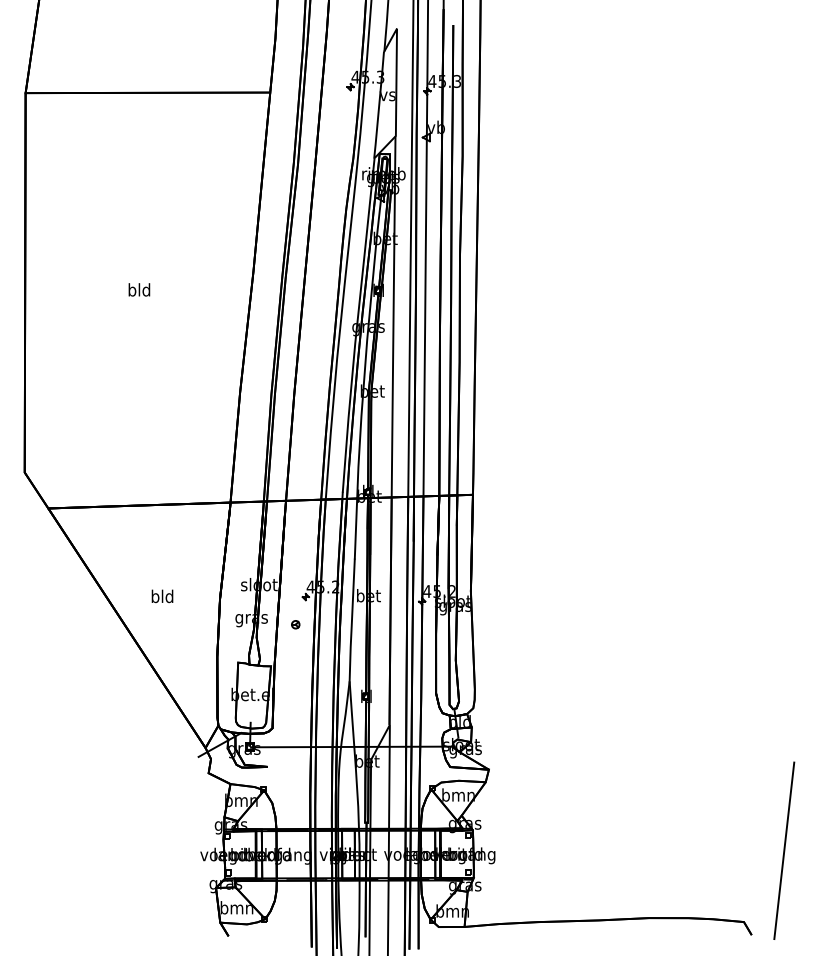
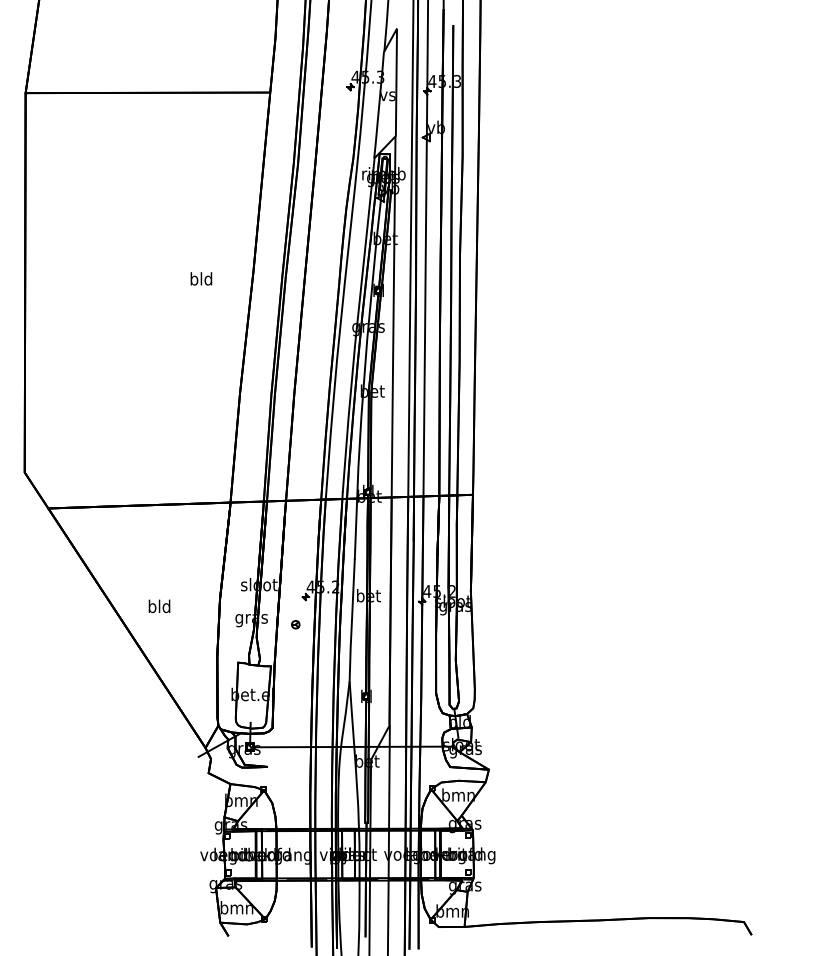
text at (139, 289) position: (139, 289) -> (201, 278)
text at (162, 596) position: (162, 596) -> (159, 606)
line at (784, 850): present -> none
